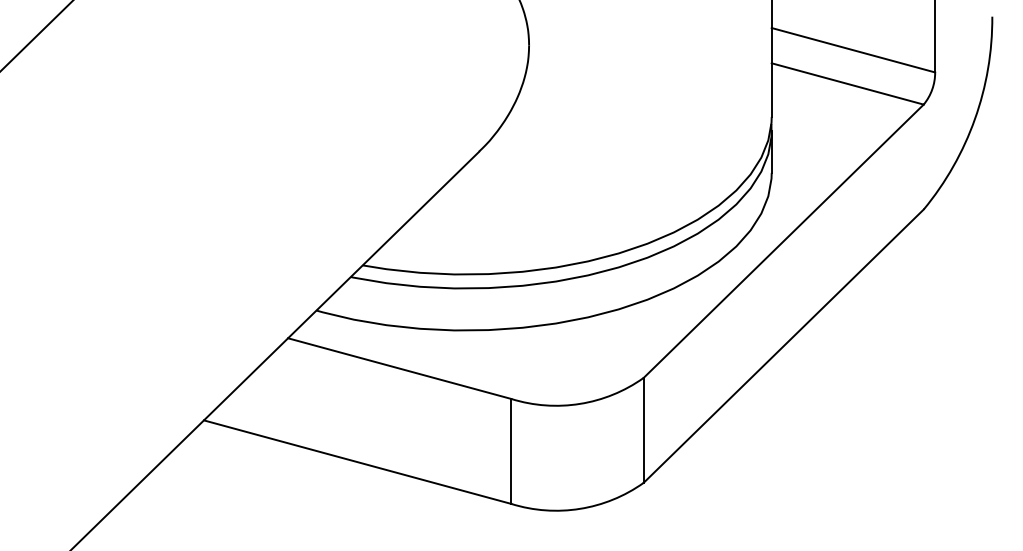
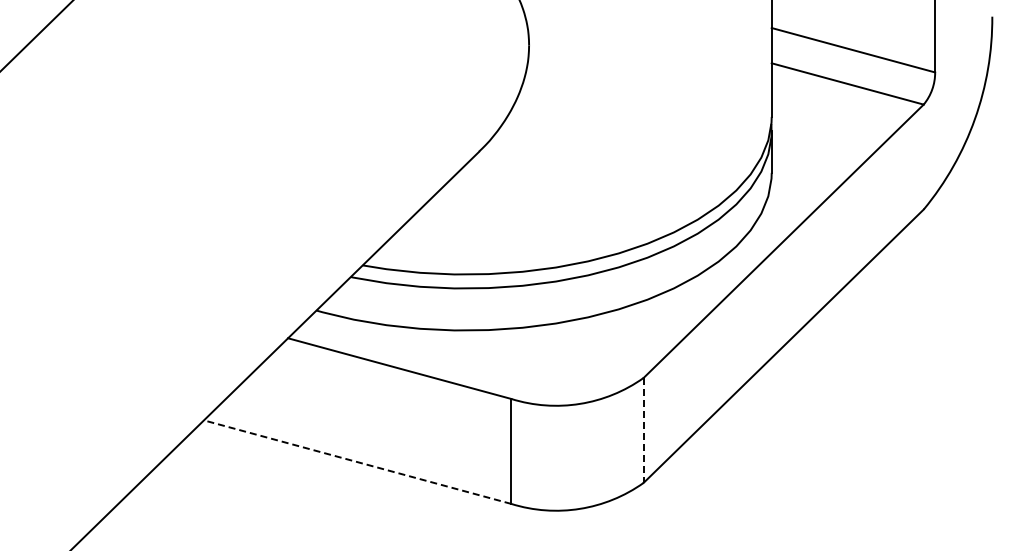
line at (643, 430): solid -> dashed
line at (357, 462): solid -> dashed
